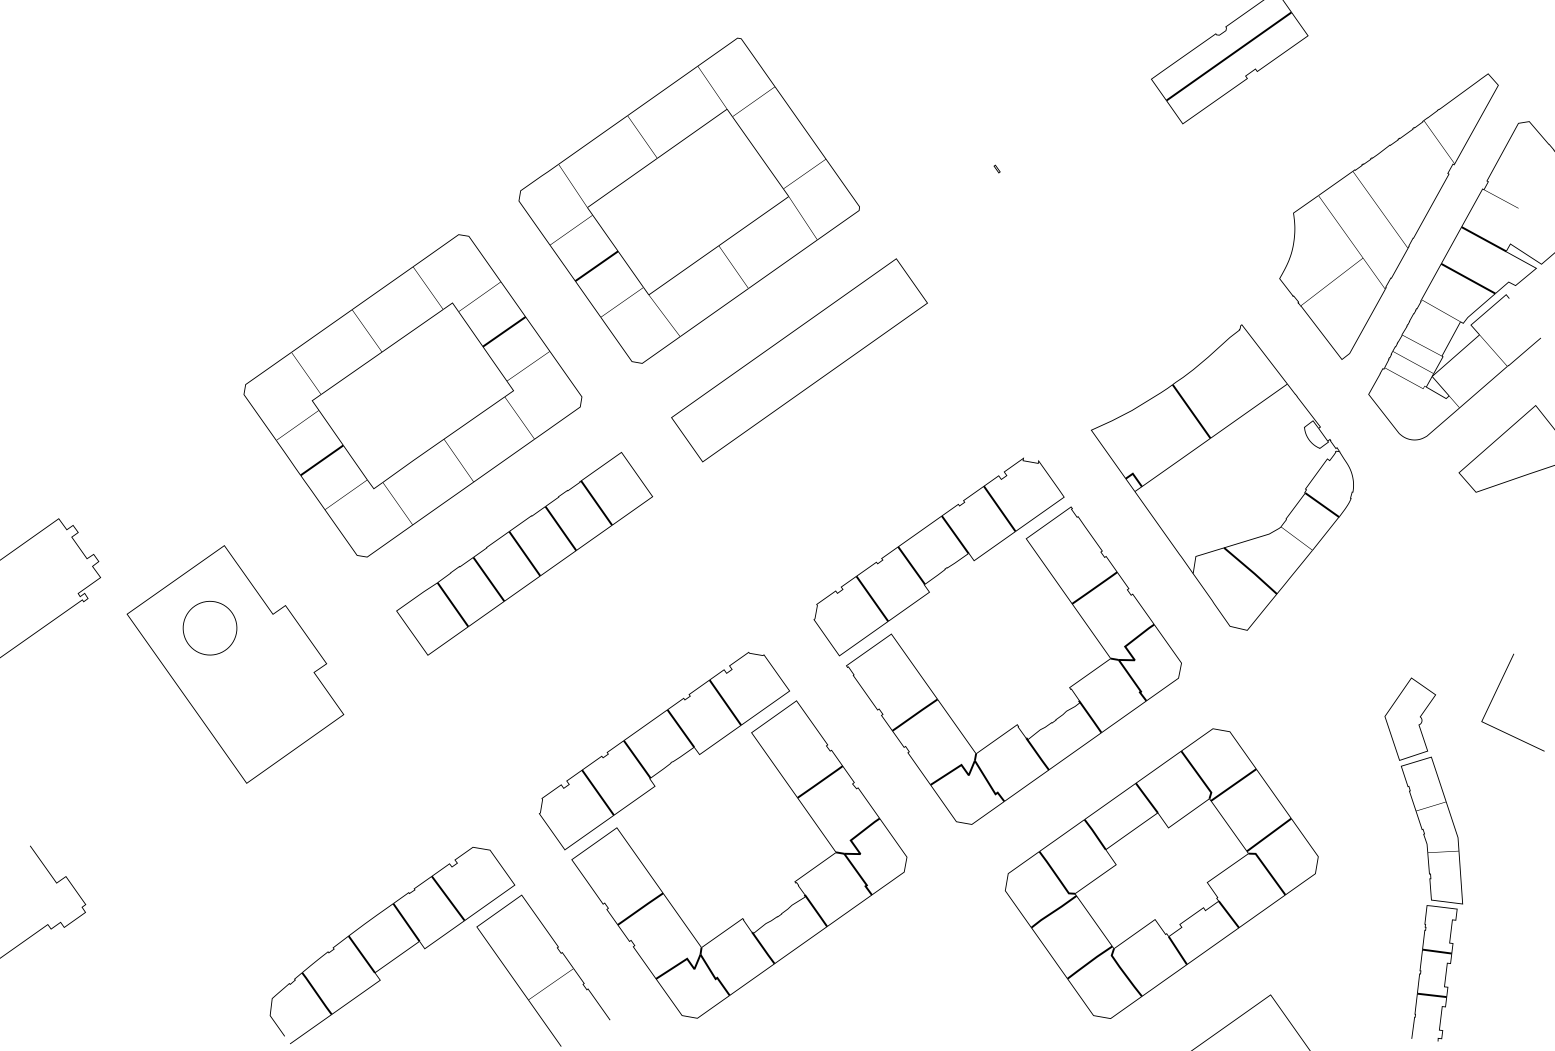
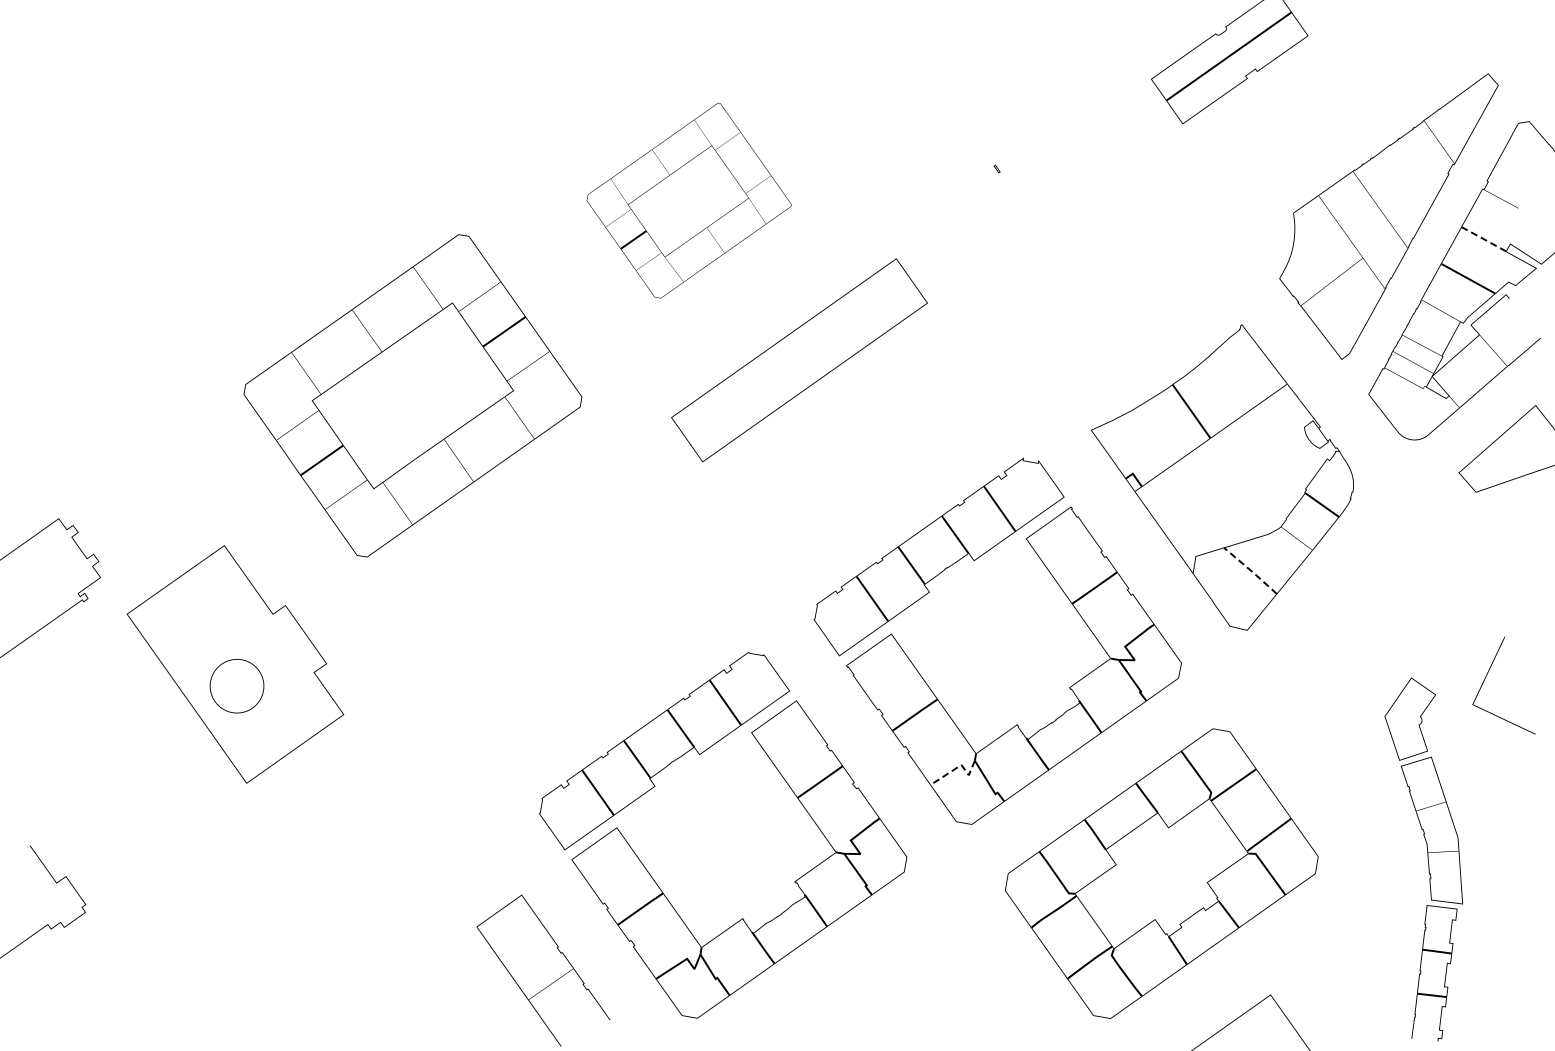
part at (688, 200) size: 342x327 px -> 206x197 px
line at (1483, 239): solid -> dashed
part at (524, 553): present -> none
line at (1250, 570): solid -> dashed
part at (209, 628) position: (209, 628) -> (236, 686)
curve at (1495, 694) position: (1495, 694) -> (1486, 677)
line at (958, 766): solid -> dashed
part at (392, 945): present -> none
